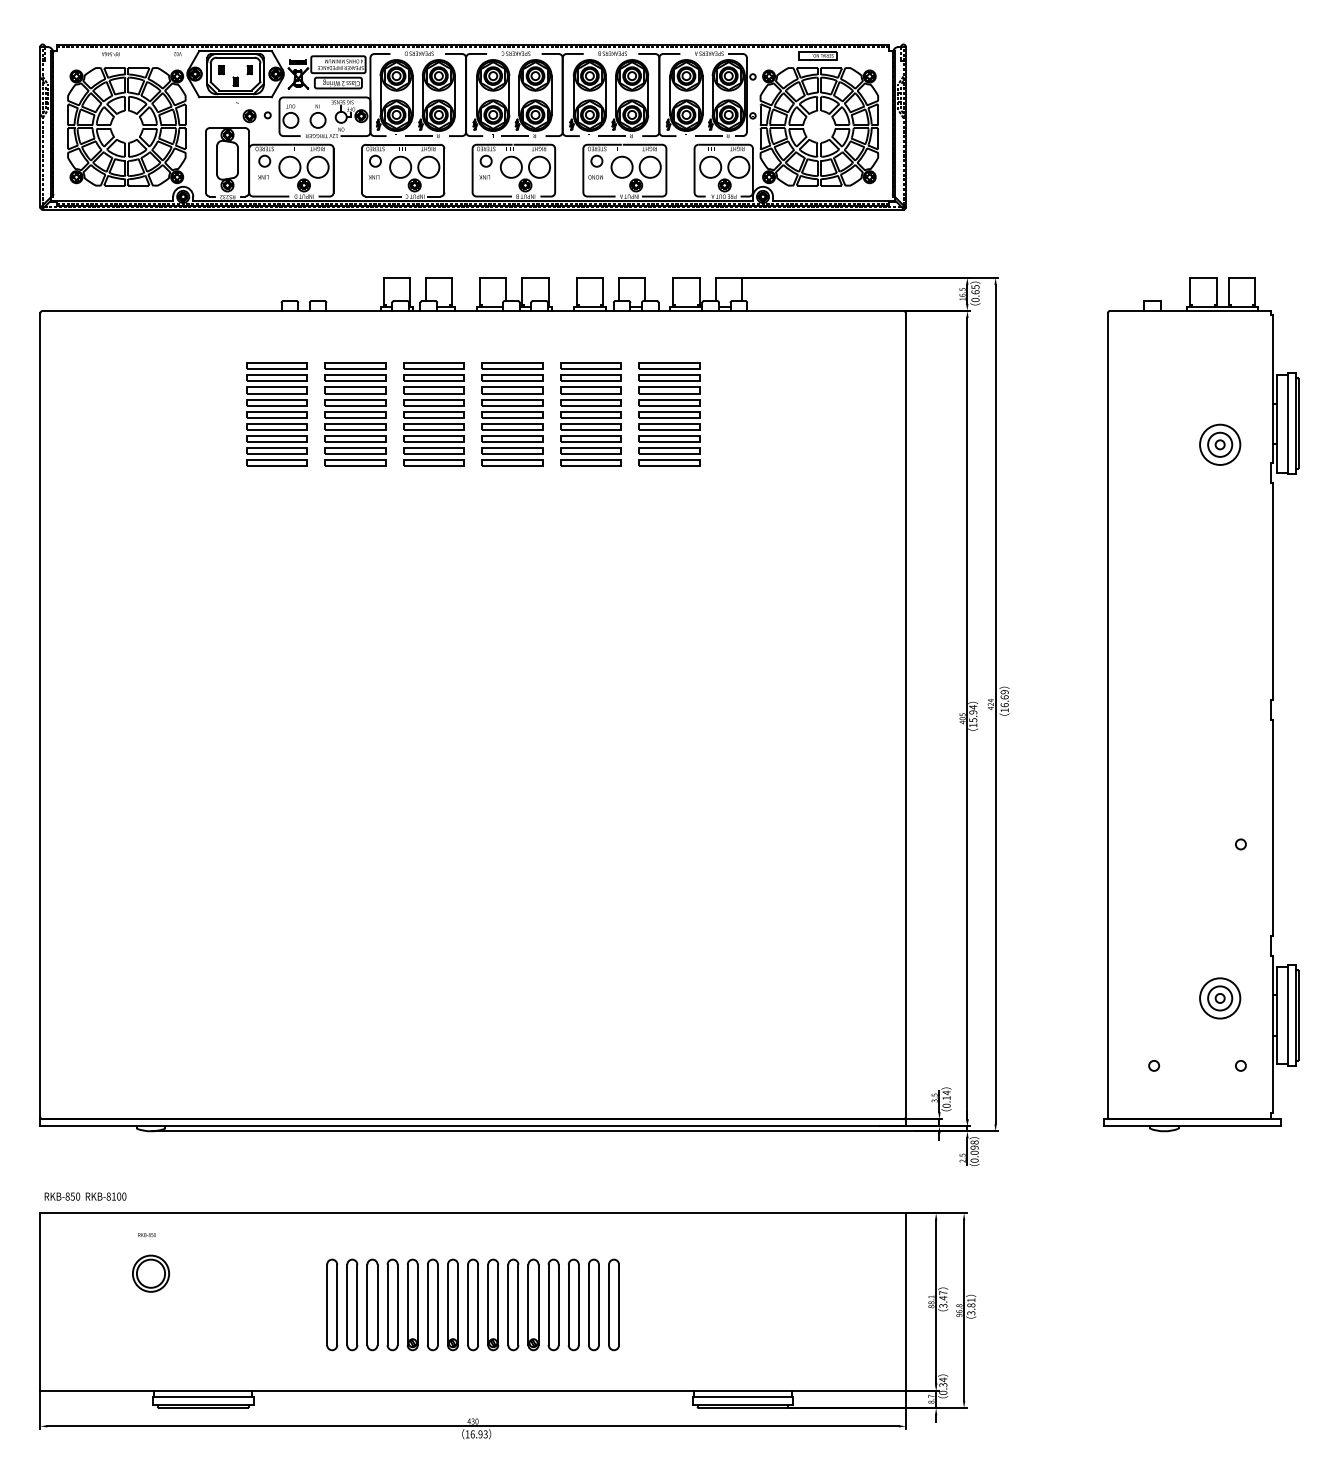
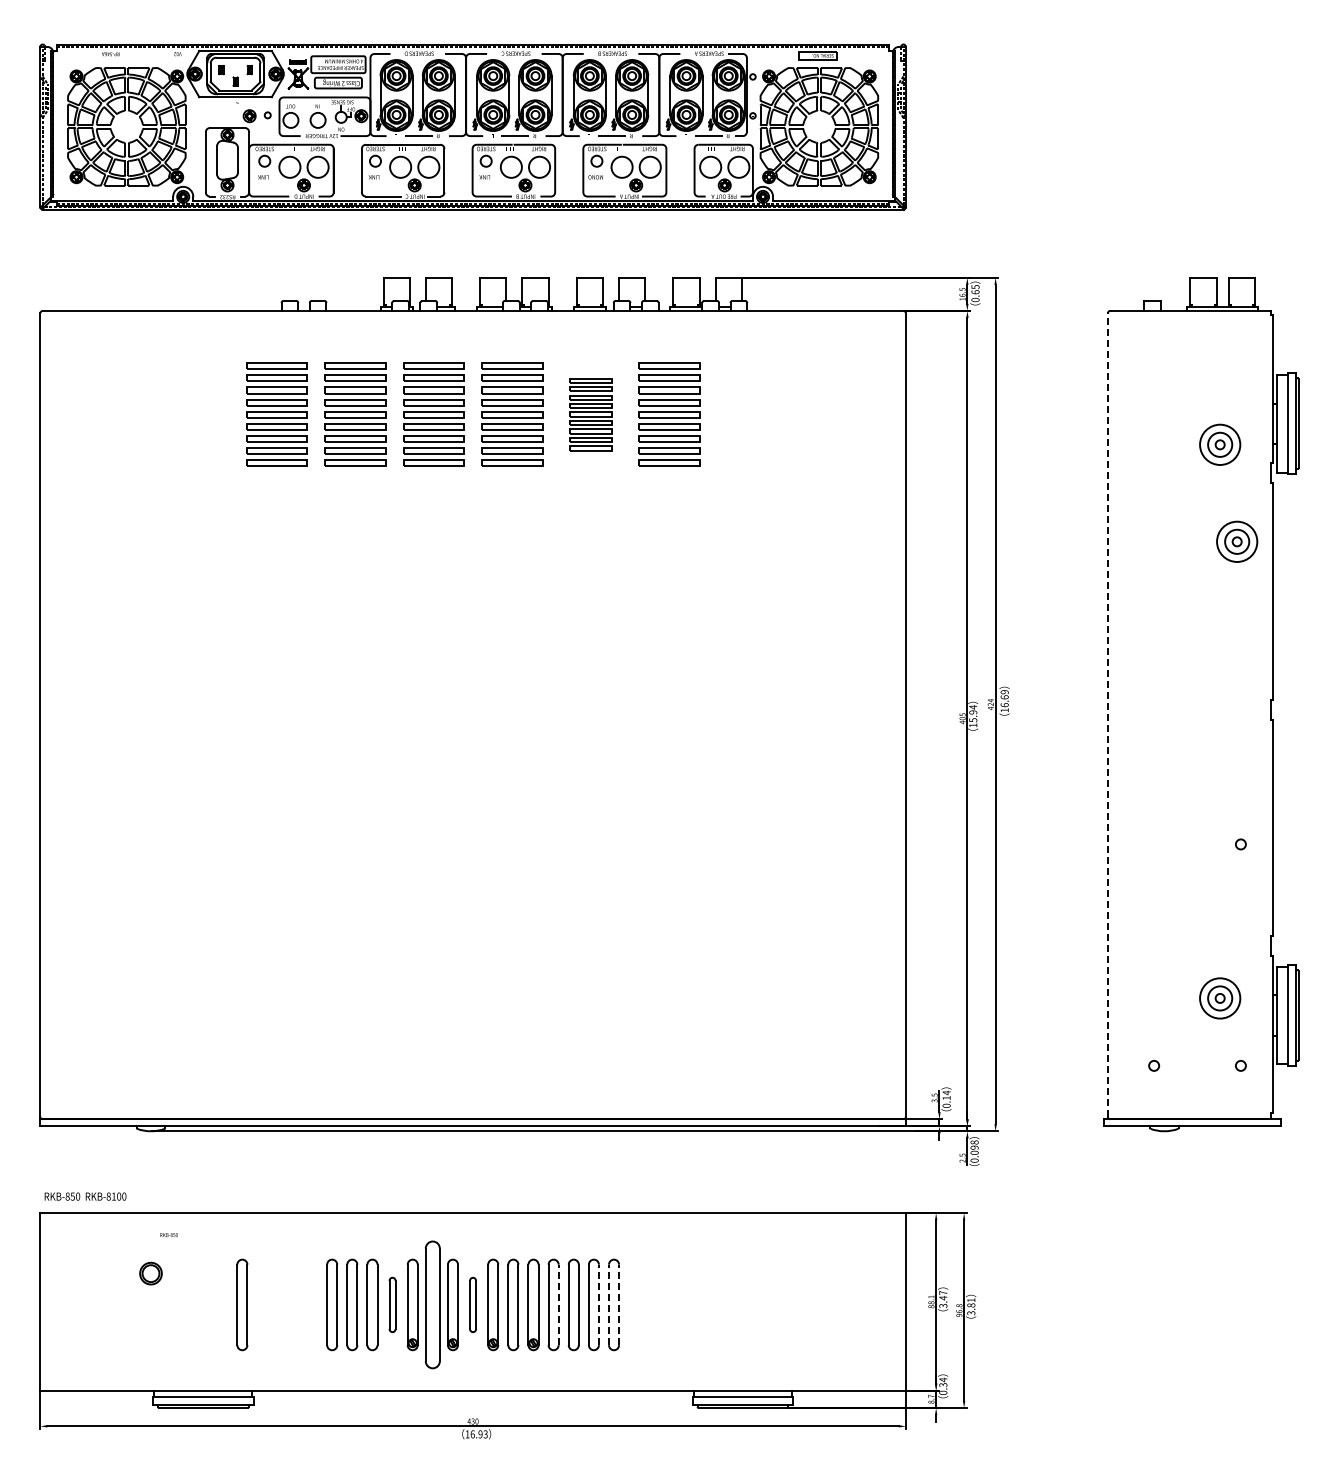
part at (590, 414) size: 62x105 px -> 44x74 px
part at (1237, 541): none -> present
line at (1107, 715): solid -> dashed
text at (146, 1235) position: (146, 1235) -> (168, 1235)
part at (150, 1273) size: 38x39 px -> 24x25 px
part at (242, 1304): none -> present
part at (392, 1304) size: 13x94 px -> 9x57 px
part at (432, 1304) size: 12x94 px -> 17x130 px
part at (472, 1304) size: 12x94 px -> 8x57 px
line at (558, 1304): solid -> dashed
line at (598, 1304): solid -> dashed
line at (609, 1304): solid -> dashed
line at (619, 1304): solid -> dashed
